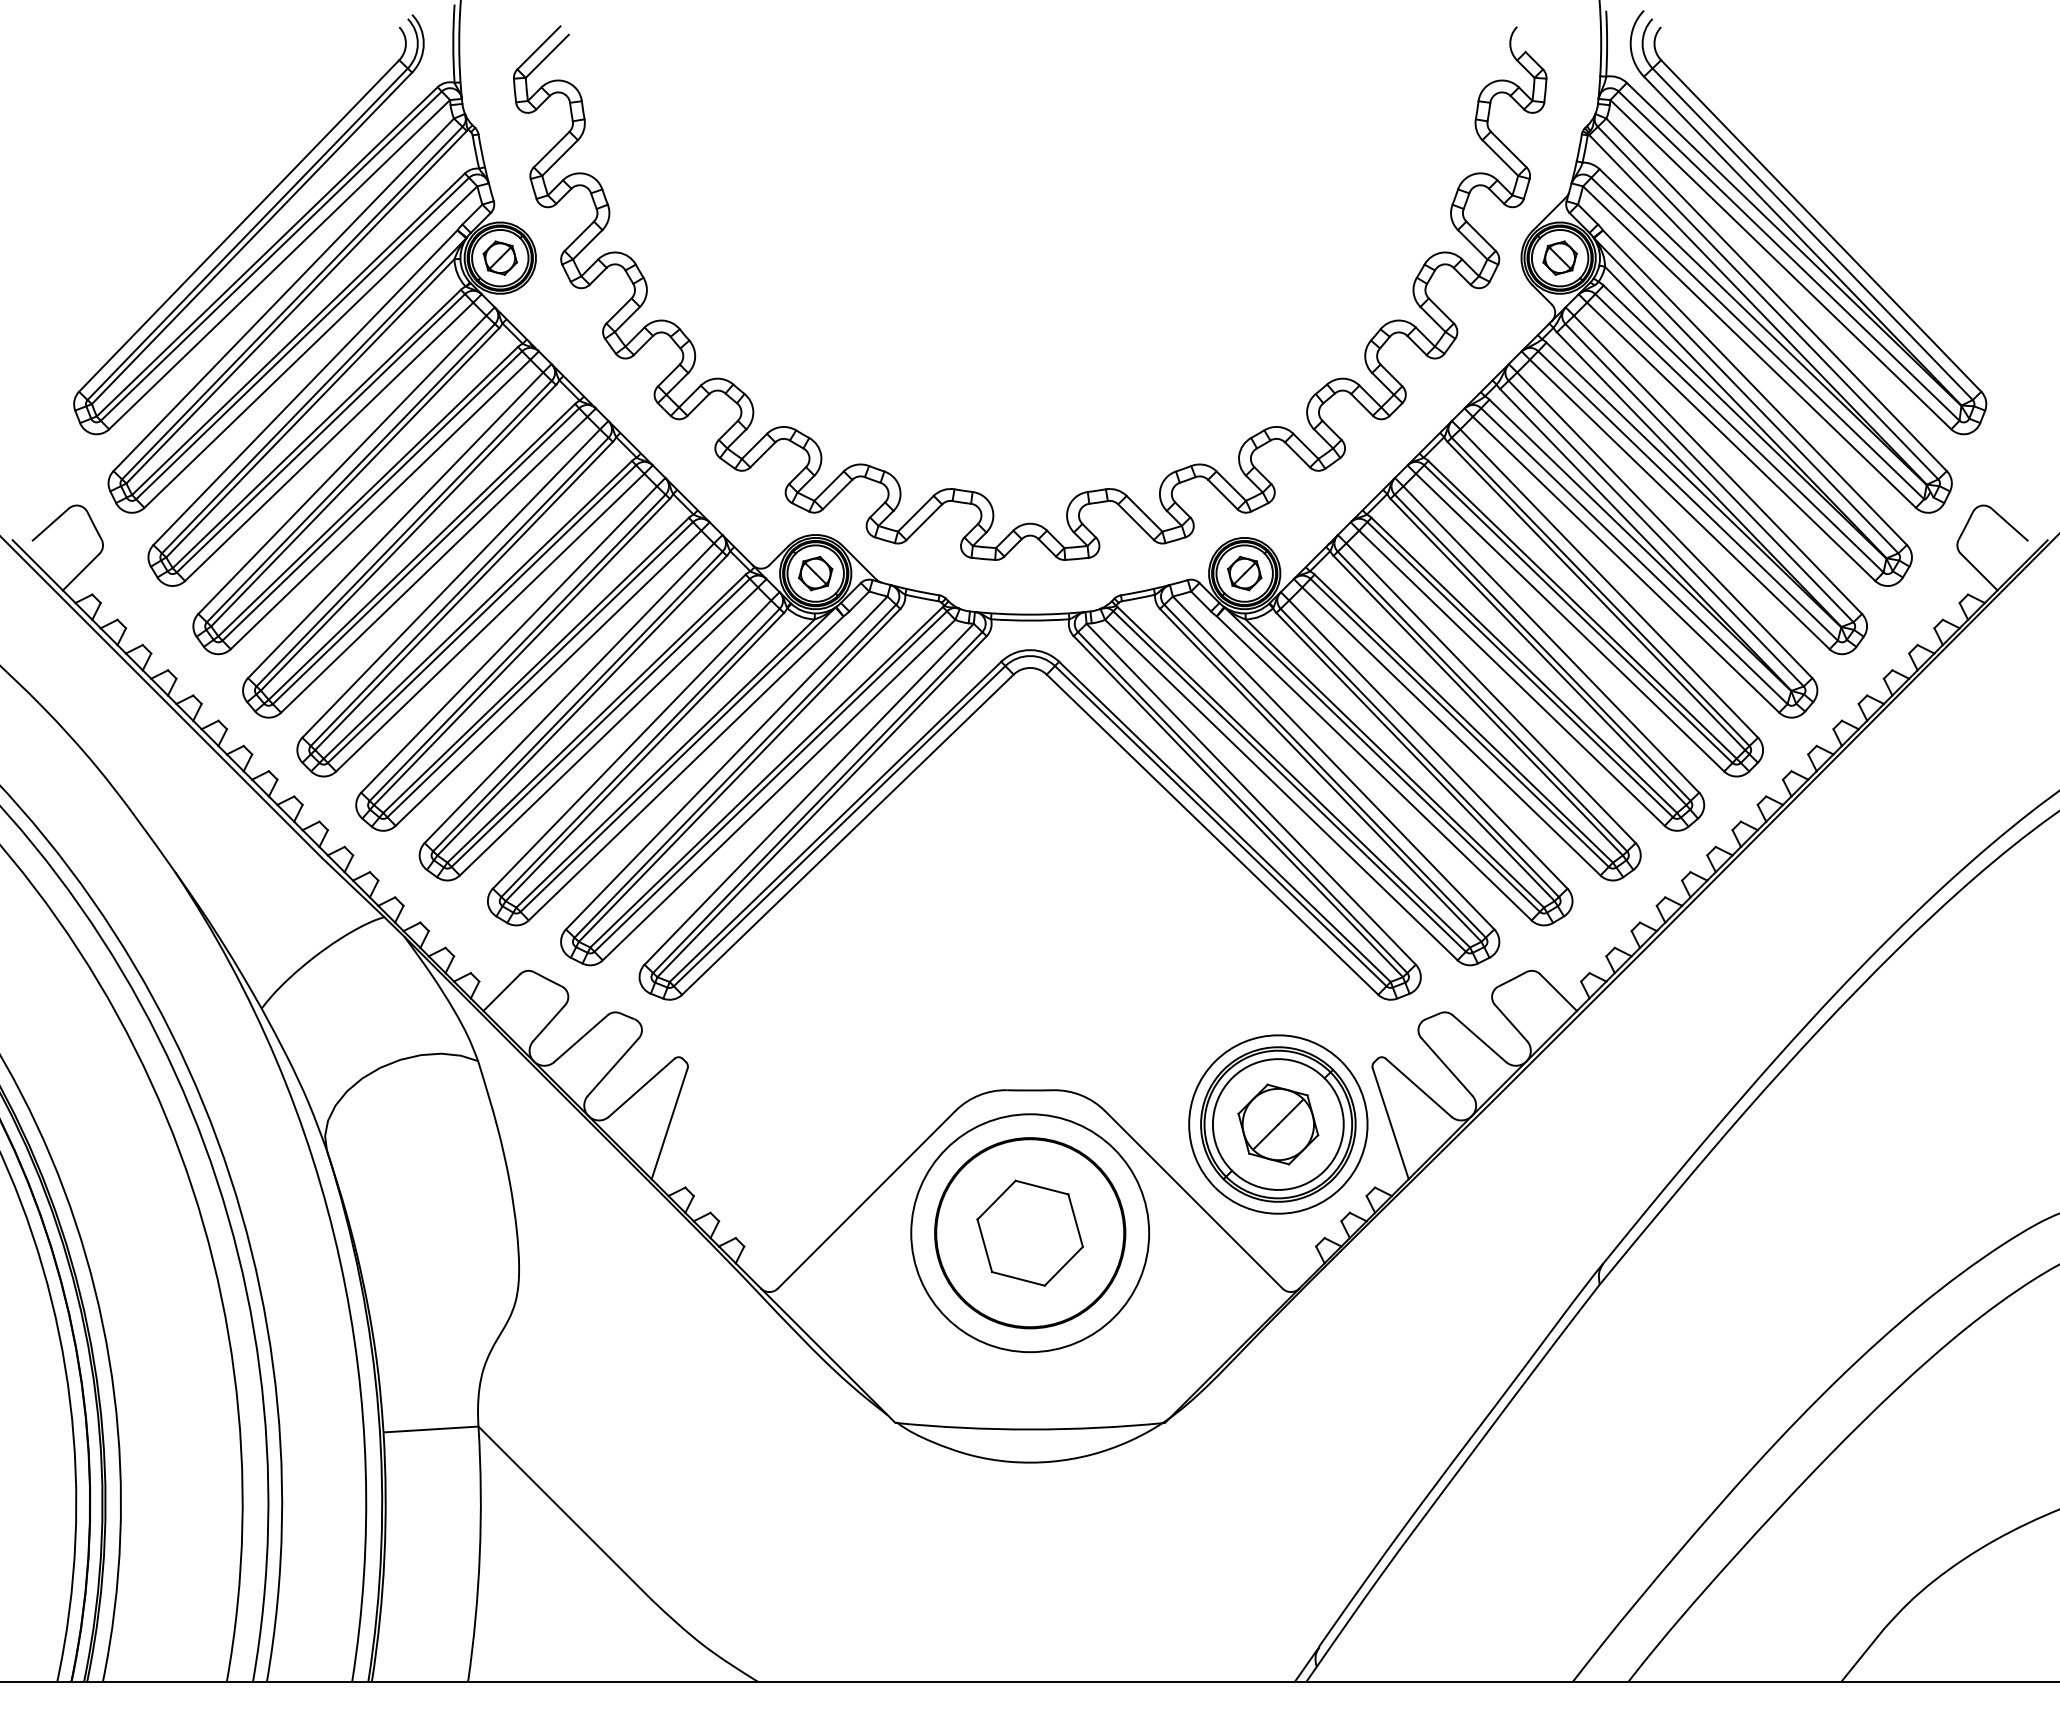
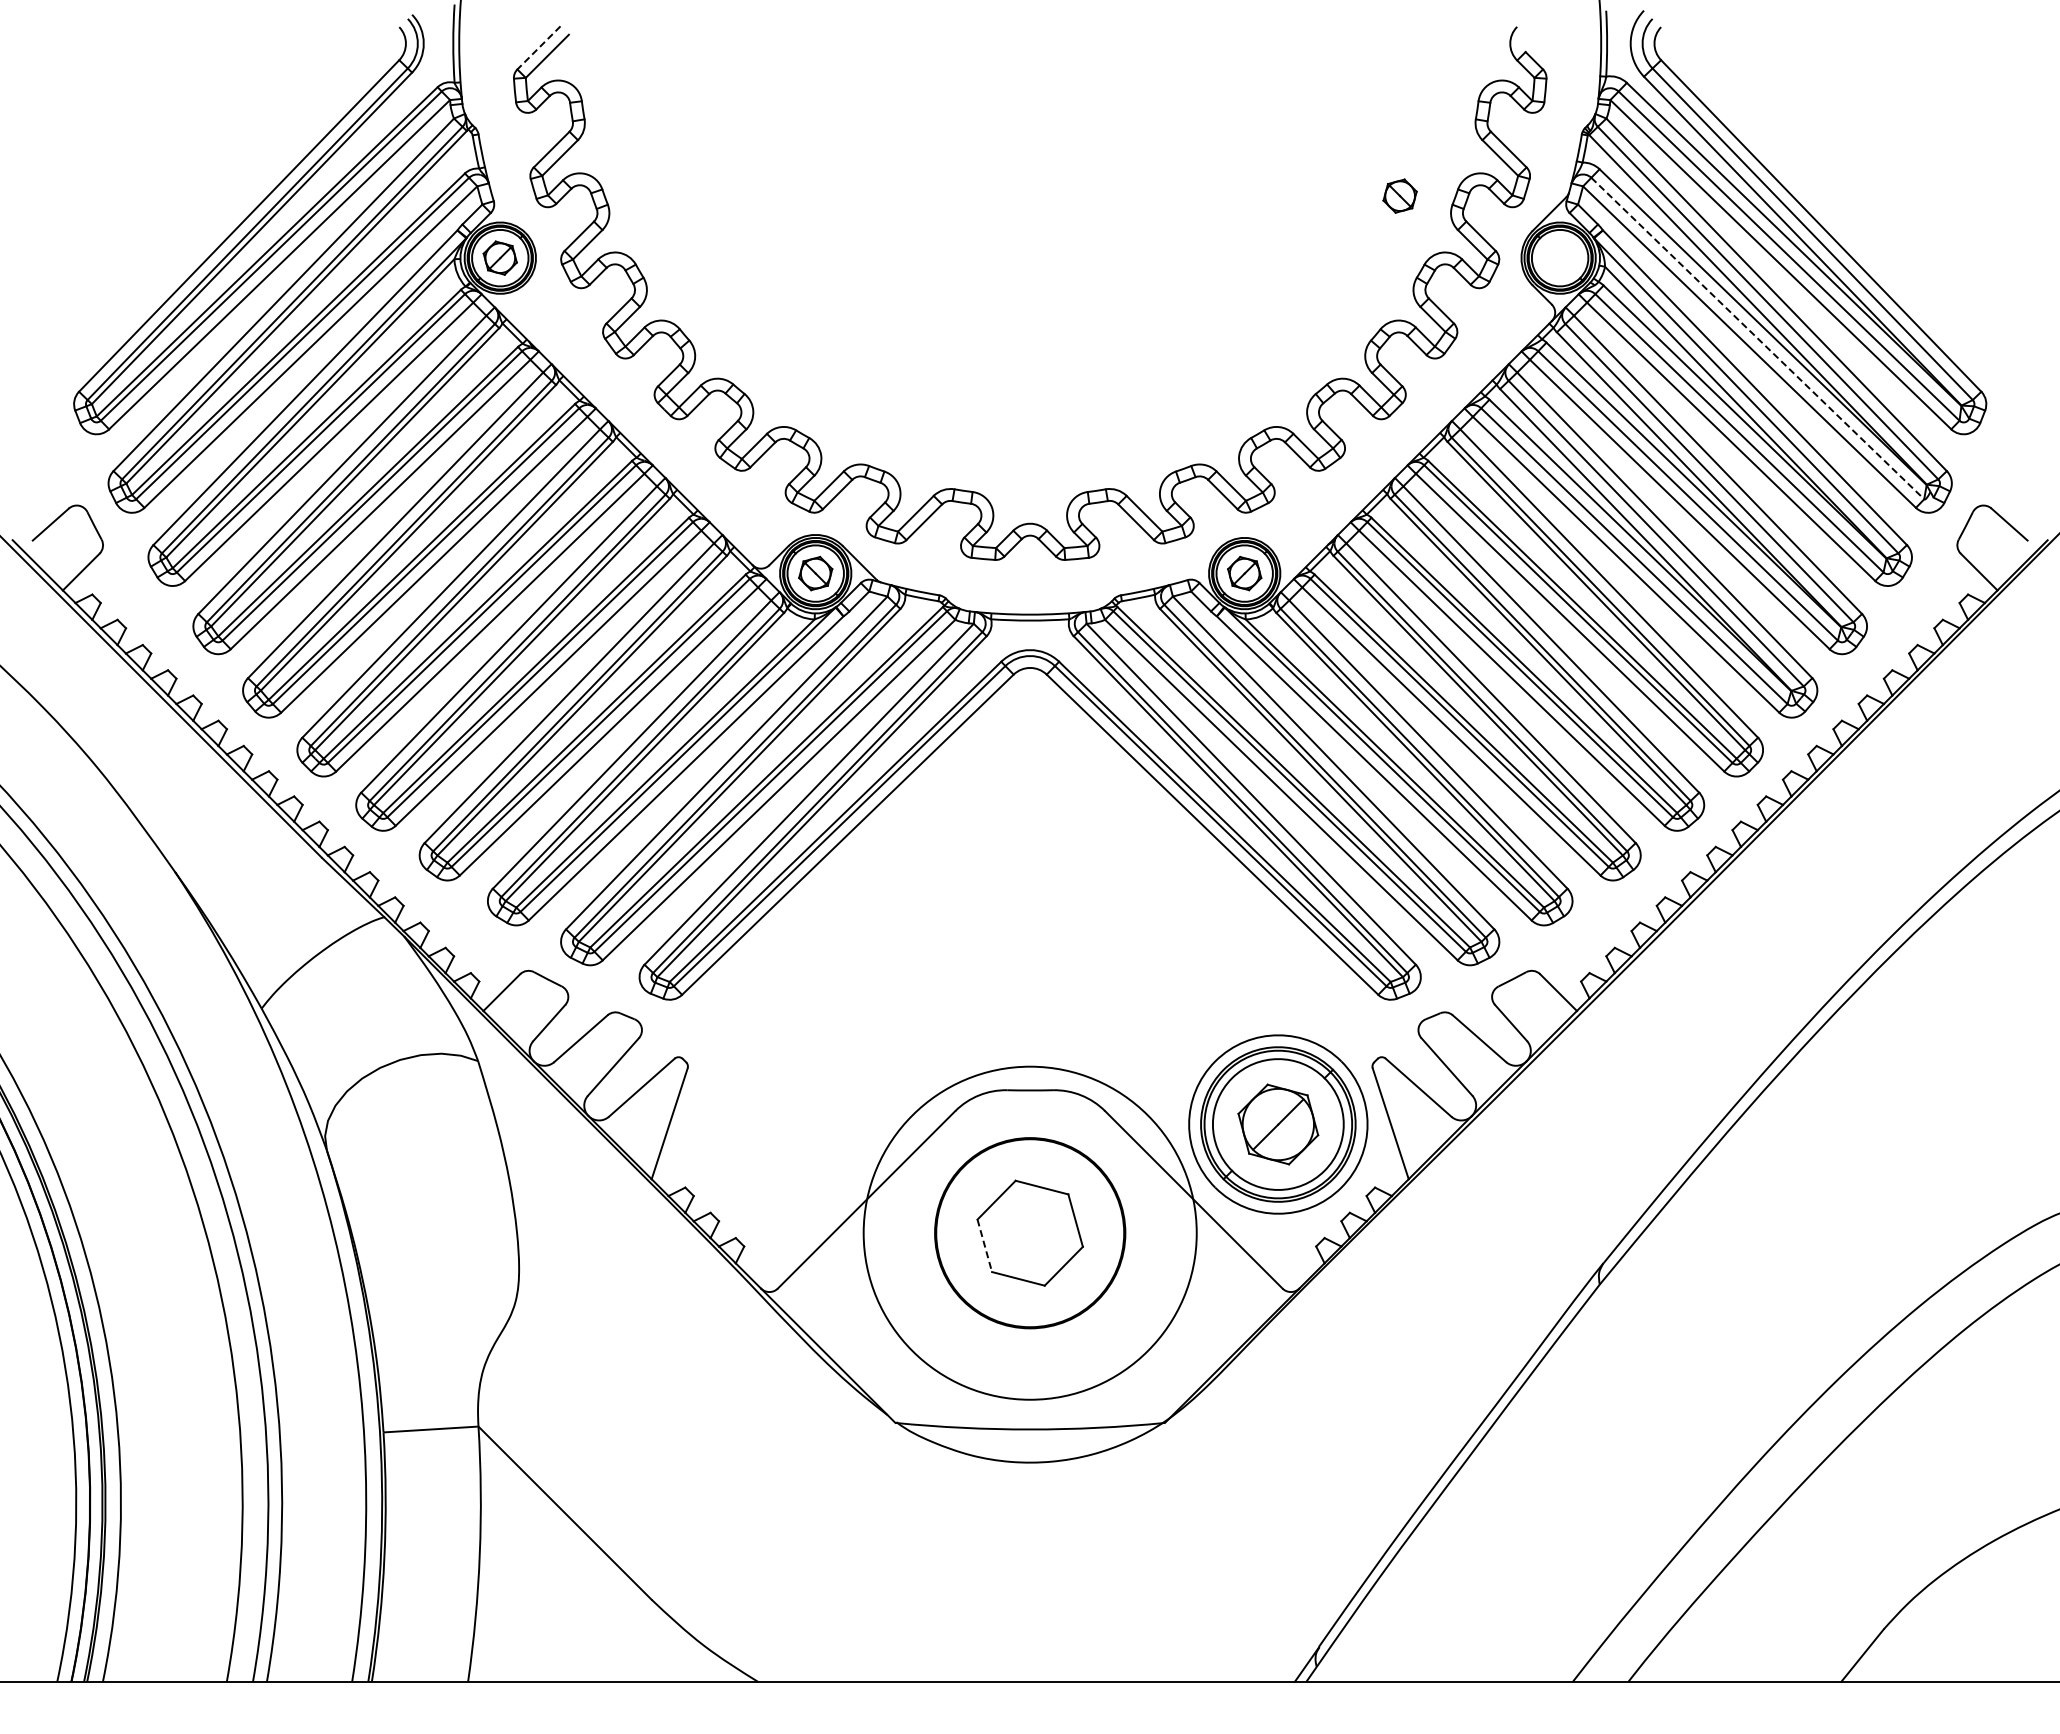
line at (538, 48): solid -> dashed
part at (1559, 257) position: (1559, 257) -> (1399, 195)
line at (1758, 338): solid -> dashed
circle at (1030, 1233) diameter: 238 px -> 333 px
line at (984, 1246): solid -> dashed
